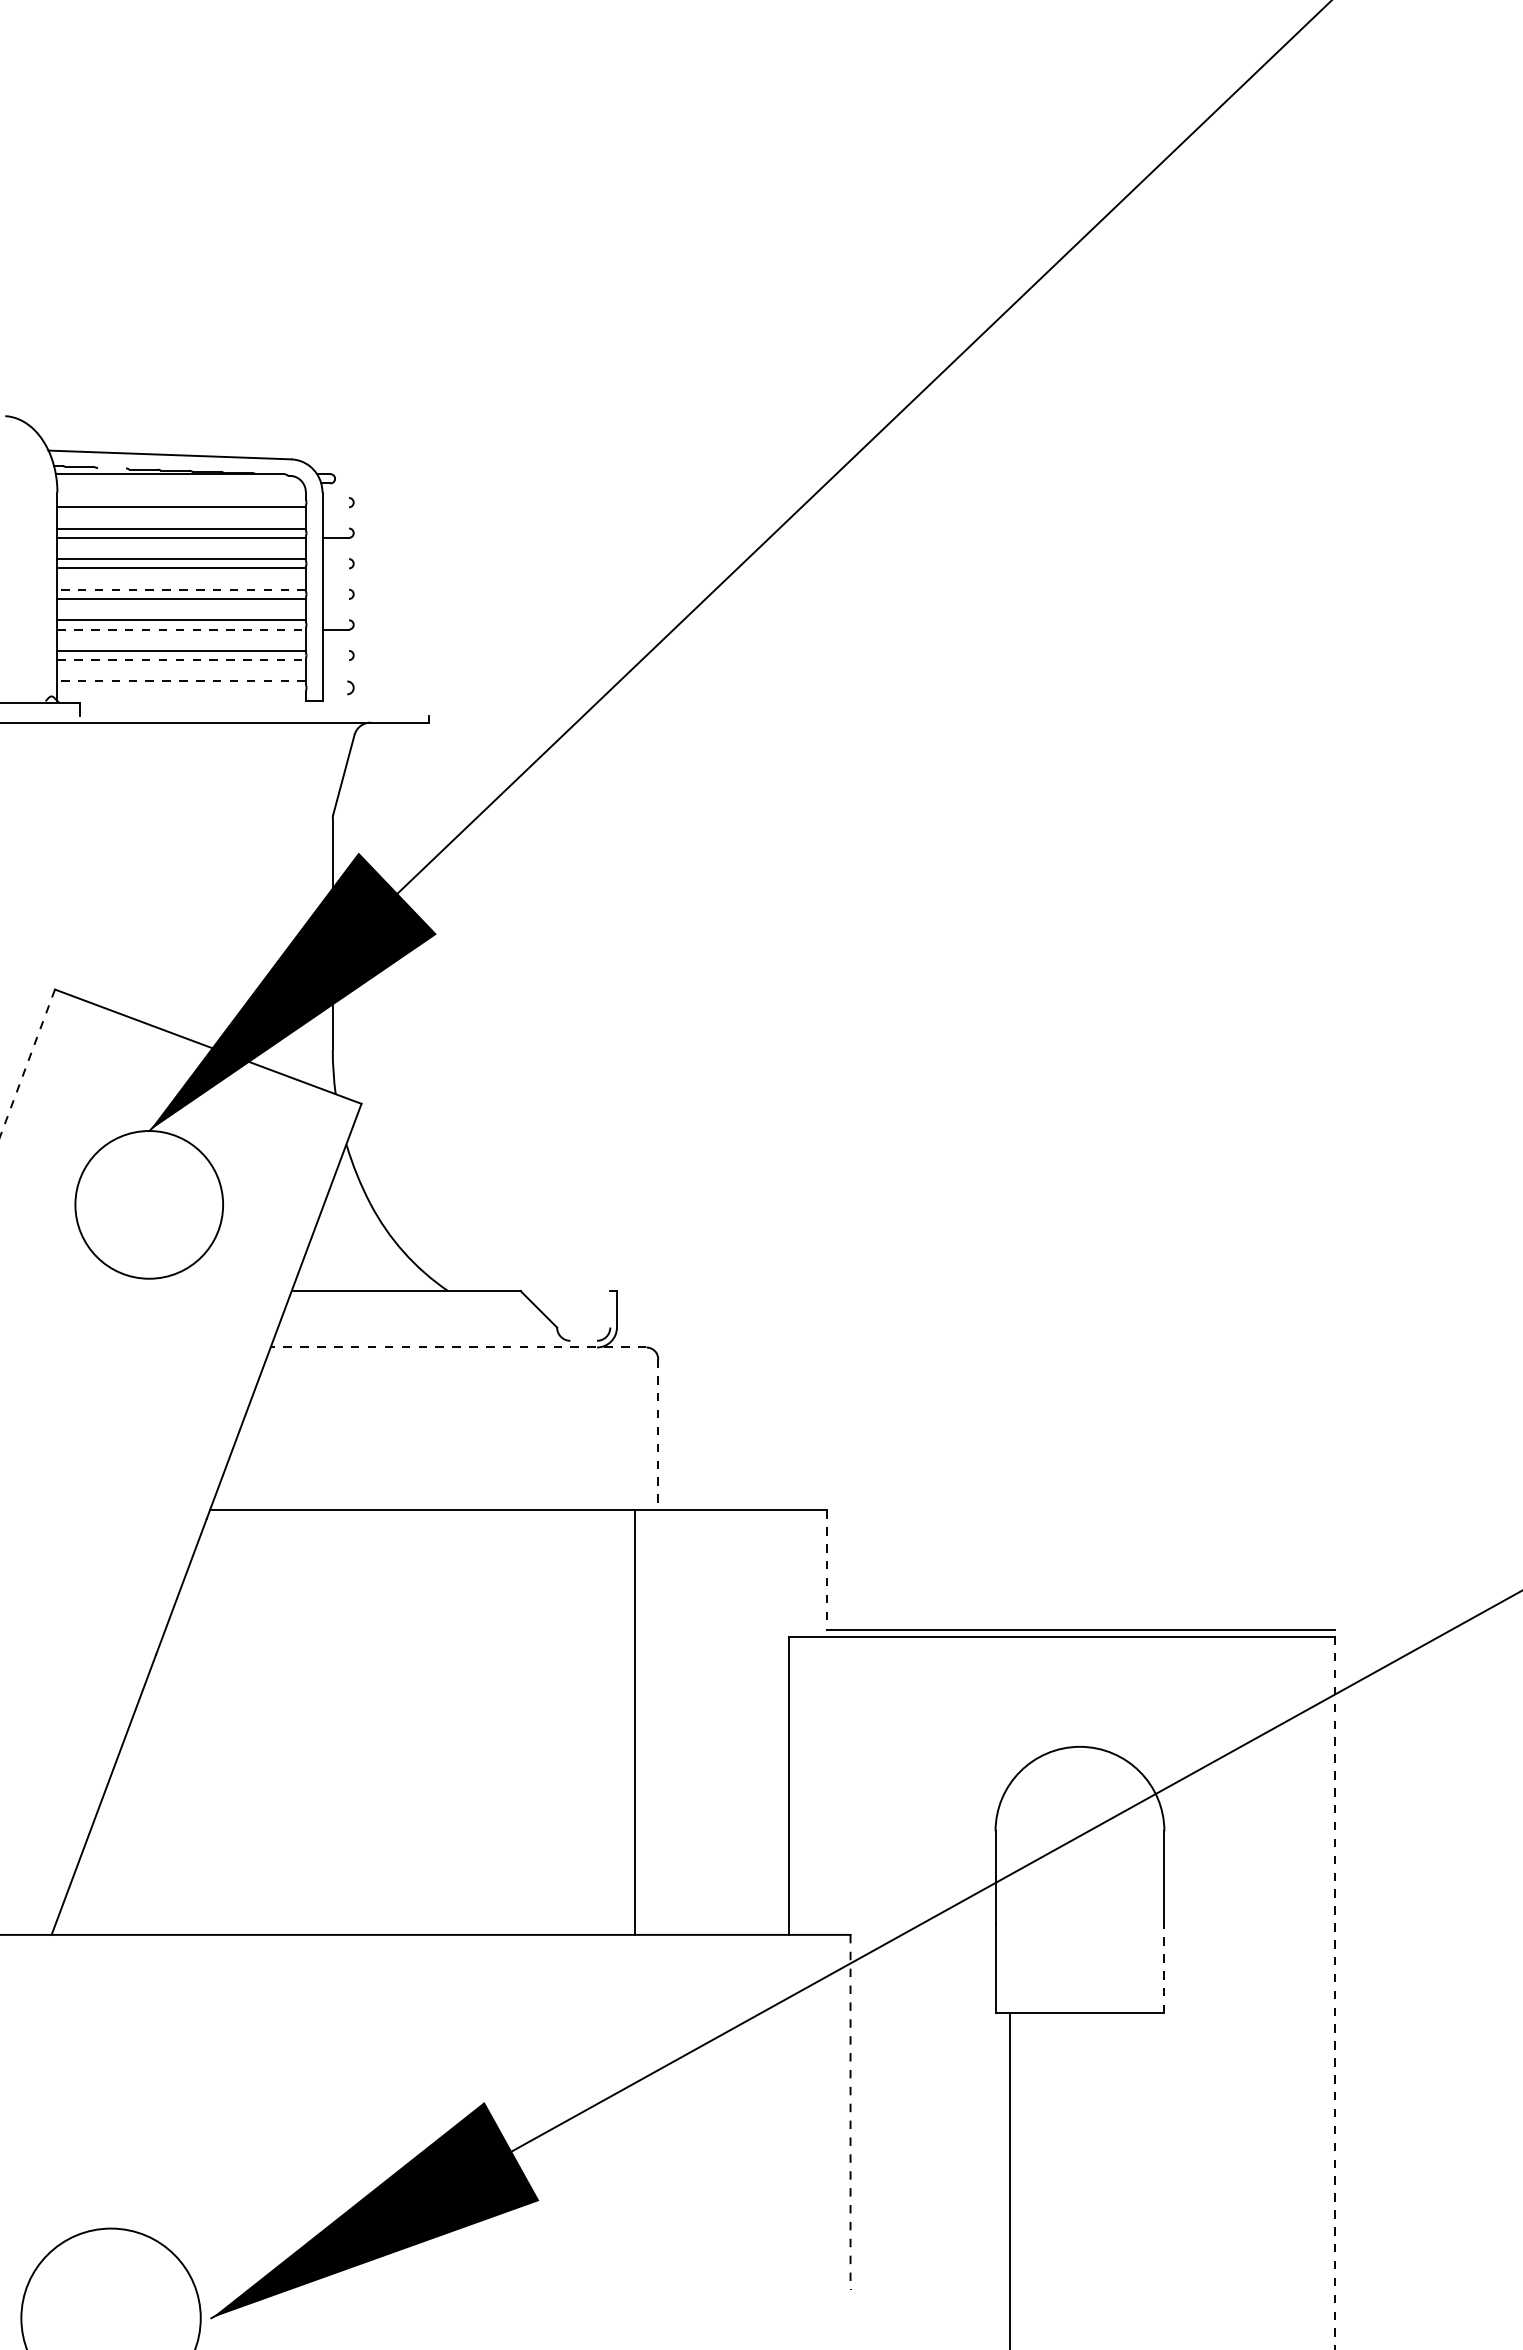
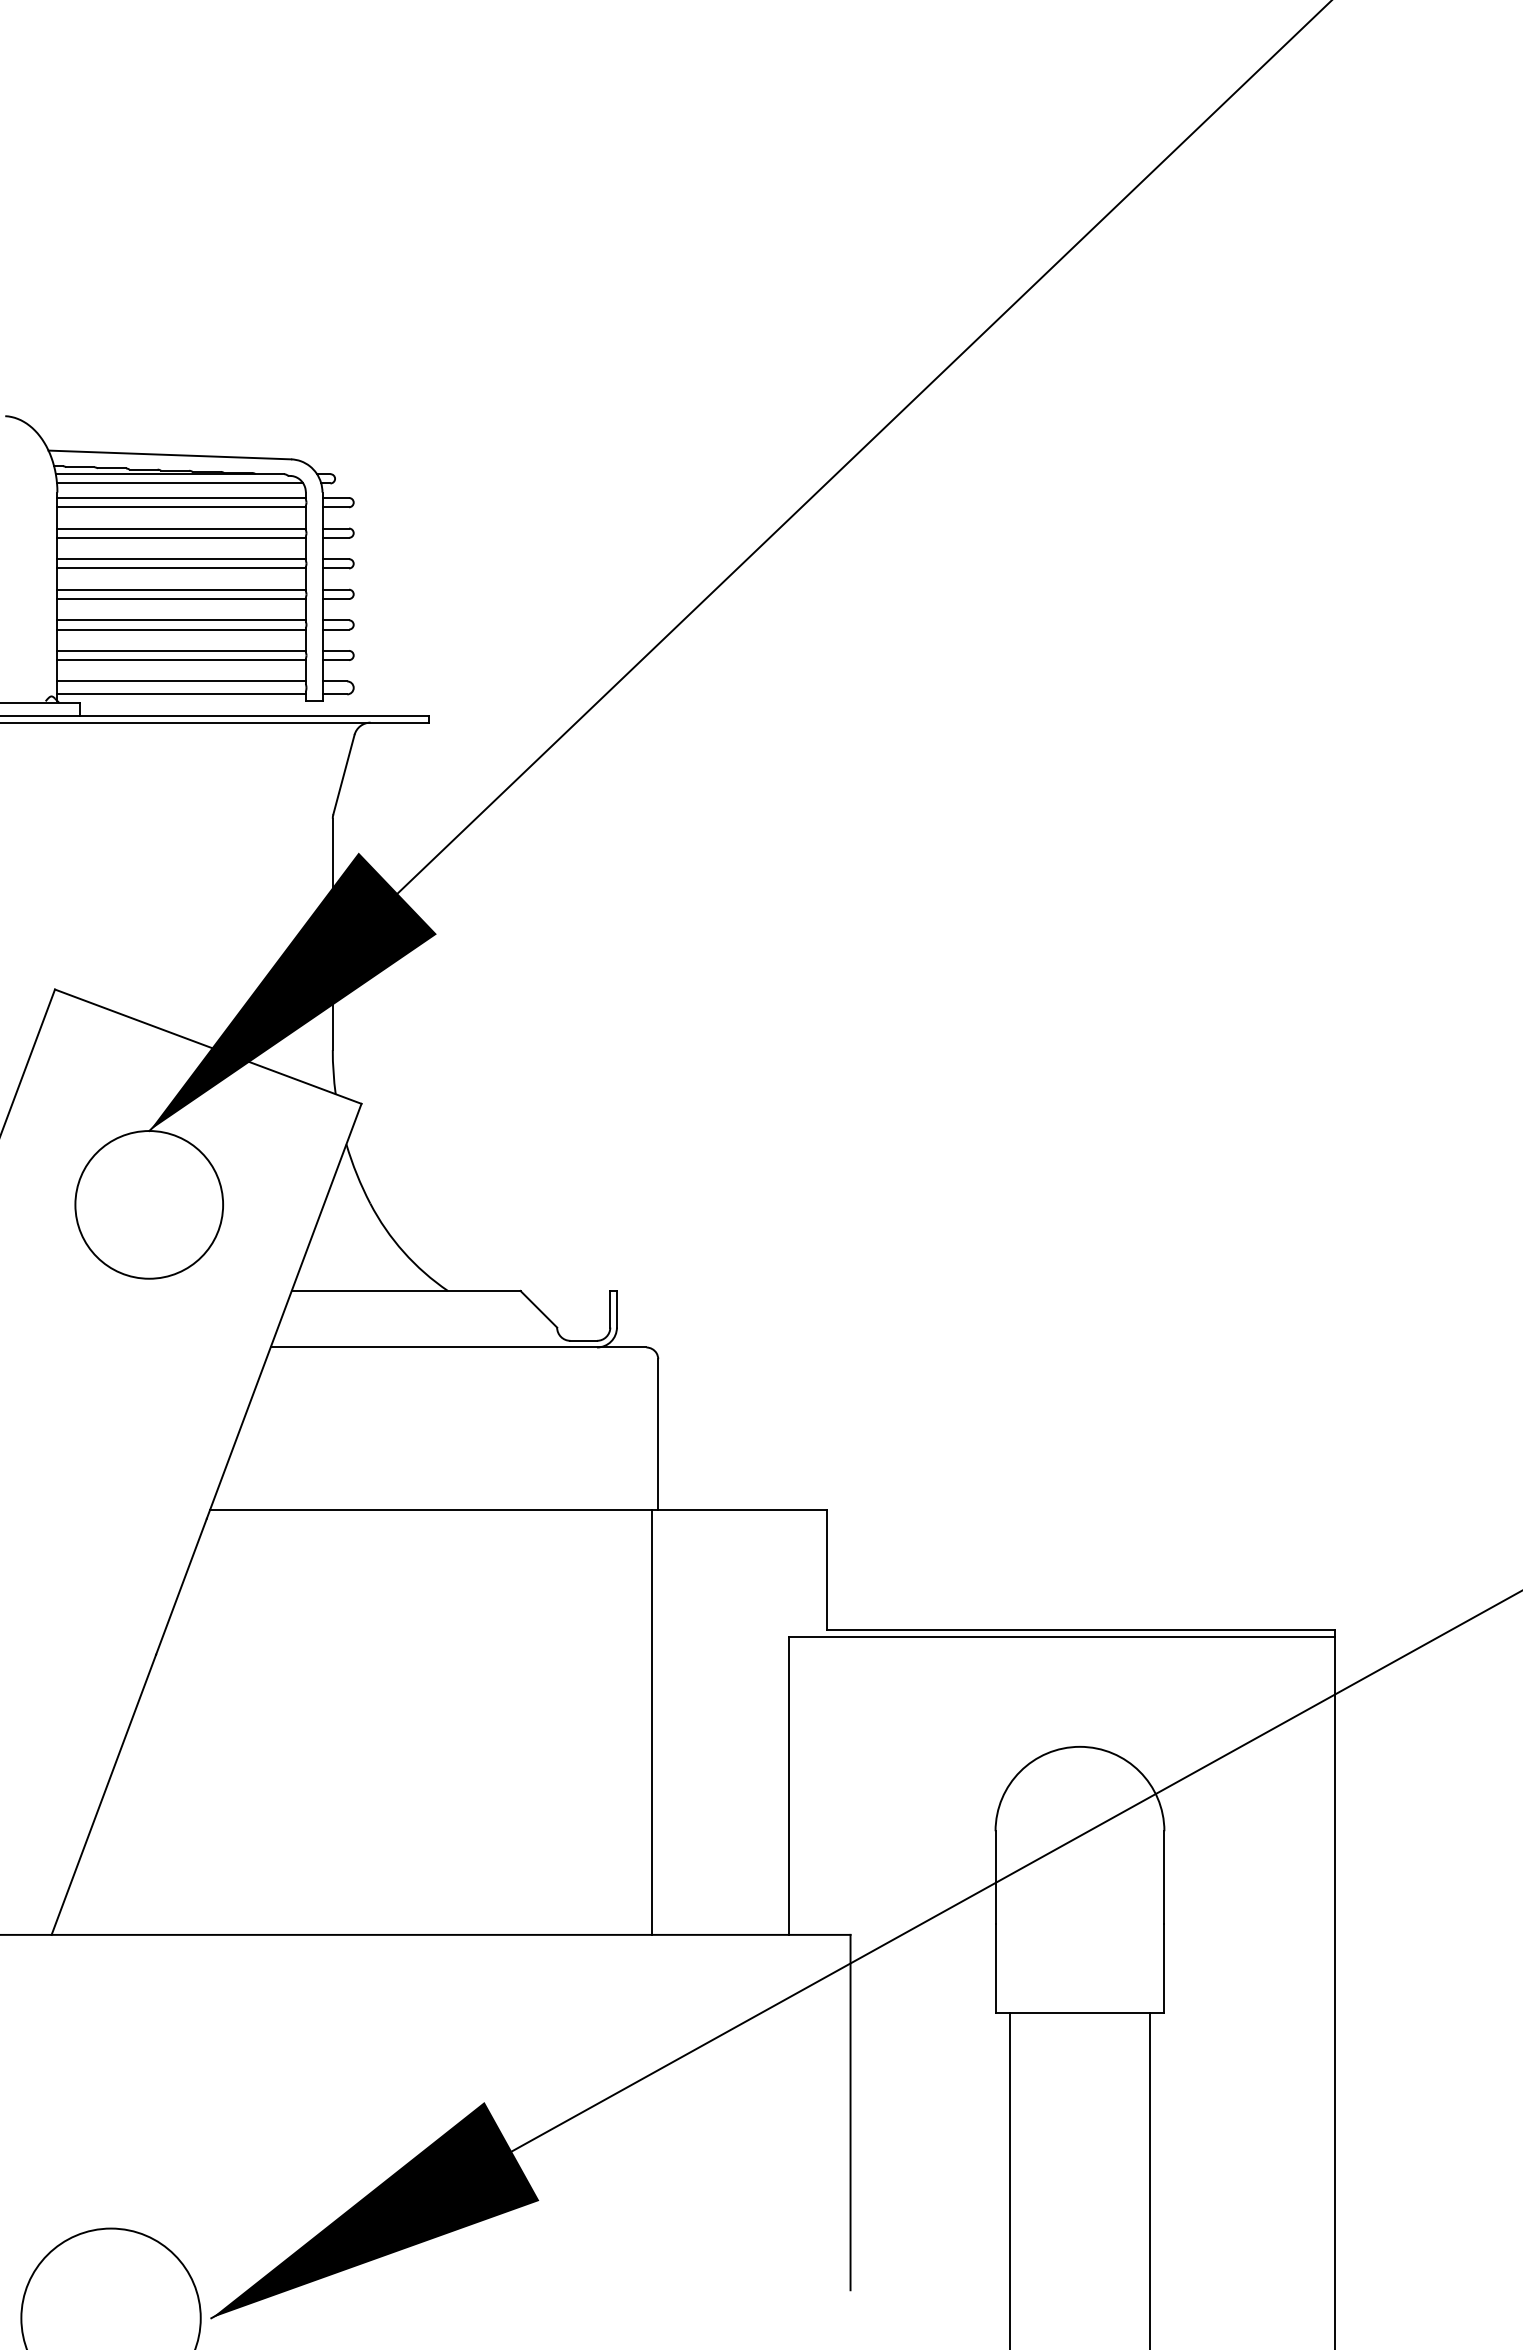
line at (111, 468): none -> present
line at (180, 483): none -> present
line at (181, 497): none -> present
line at (335, 497): none -> present
line at (335, 507): none -> present
line at (335, 528): none -> present
line at (335, 559): none -> present
line at (335, 568): none -> present
line at (181, 589): dashed -> solid
line at (335, 589): none -> present
line at (335, 599): none -> present
line at (335, 620): none -> present
line at (182, 629): dashed -> solid
line at (335, 650): none -> present
line at (182, 660): dashed -> solid
line at (335, 660): none -> present
line at (181, 681): dashed -> solid
line at (334, 681): none -> present
line at (181, 694): none -> present
line at (334, 694): none -> present
line at (215, 716): none -> present
line at (27, 1063): dashed -> solid
line at (610, 1308): none -> present
line at (583, 1340): none -> present
line at (458, 1347): dashed -> solid
line at (658, 1434): dashed -> solid
line at (827, 1570): dashed -> solid
line at (634, 1722) position: (634, 1722) -> (651, 1722)
line at (1164, 1968): dashed -> solid
line at (1335, 1988): dashed -> solid
line at (850, 2112): dashed -> solid
line at (1150, 2179): none -> present
